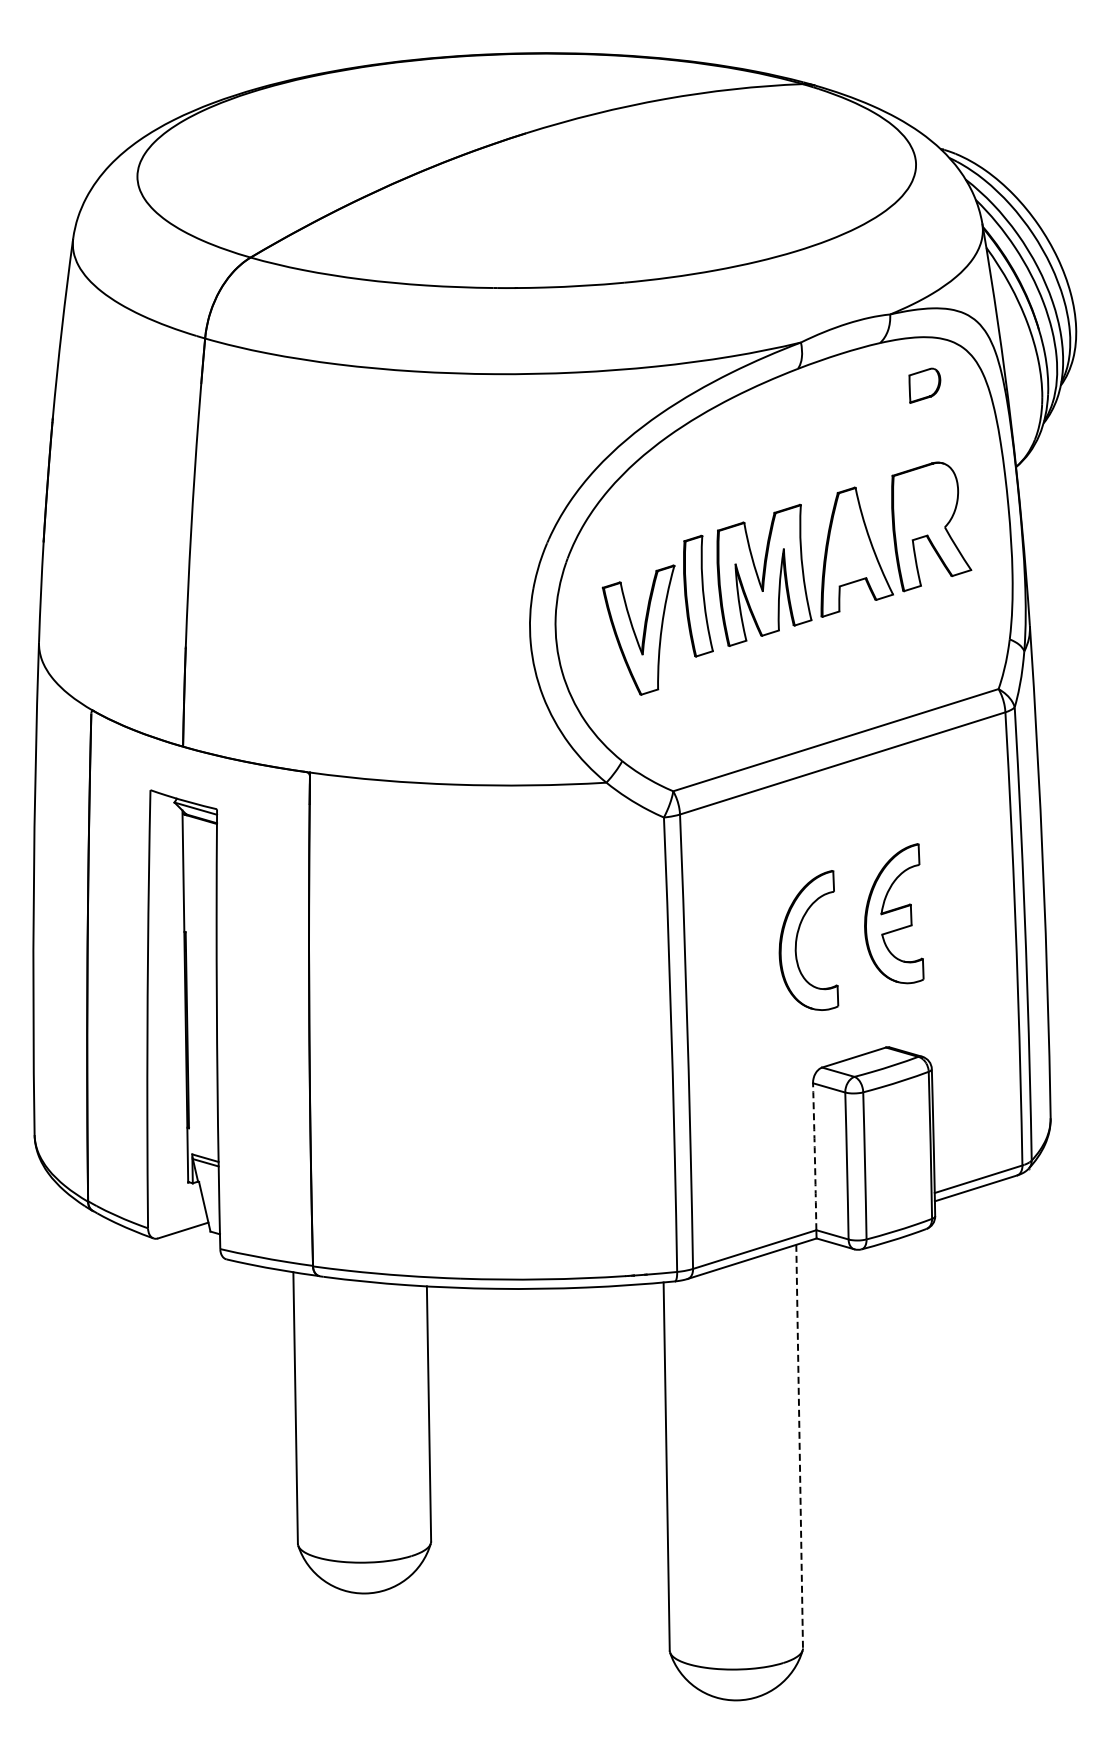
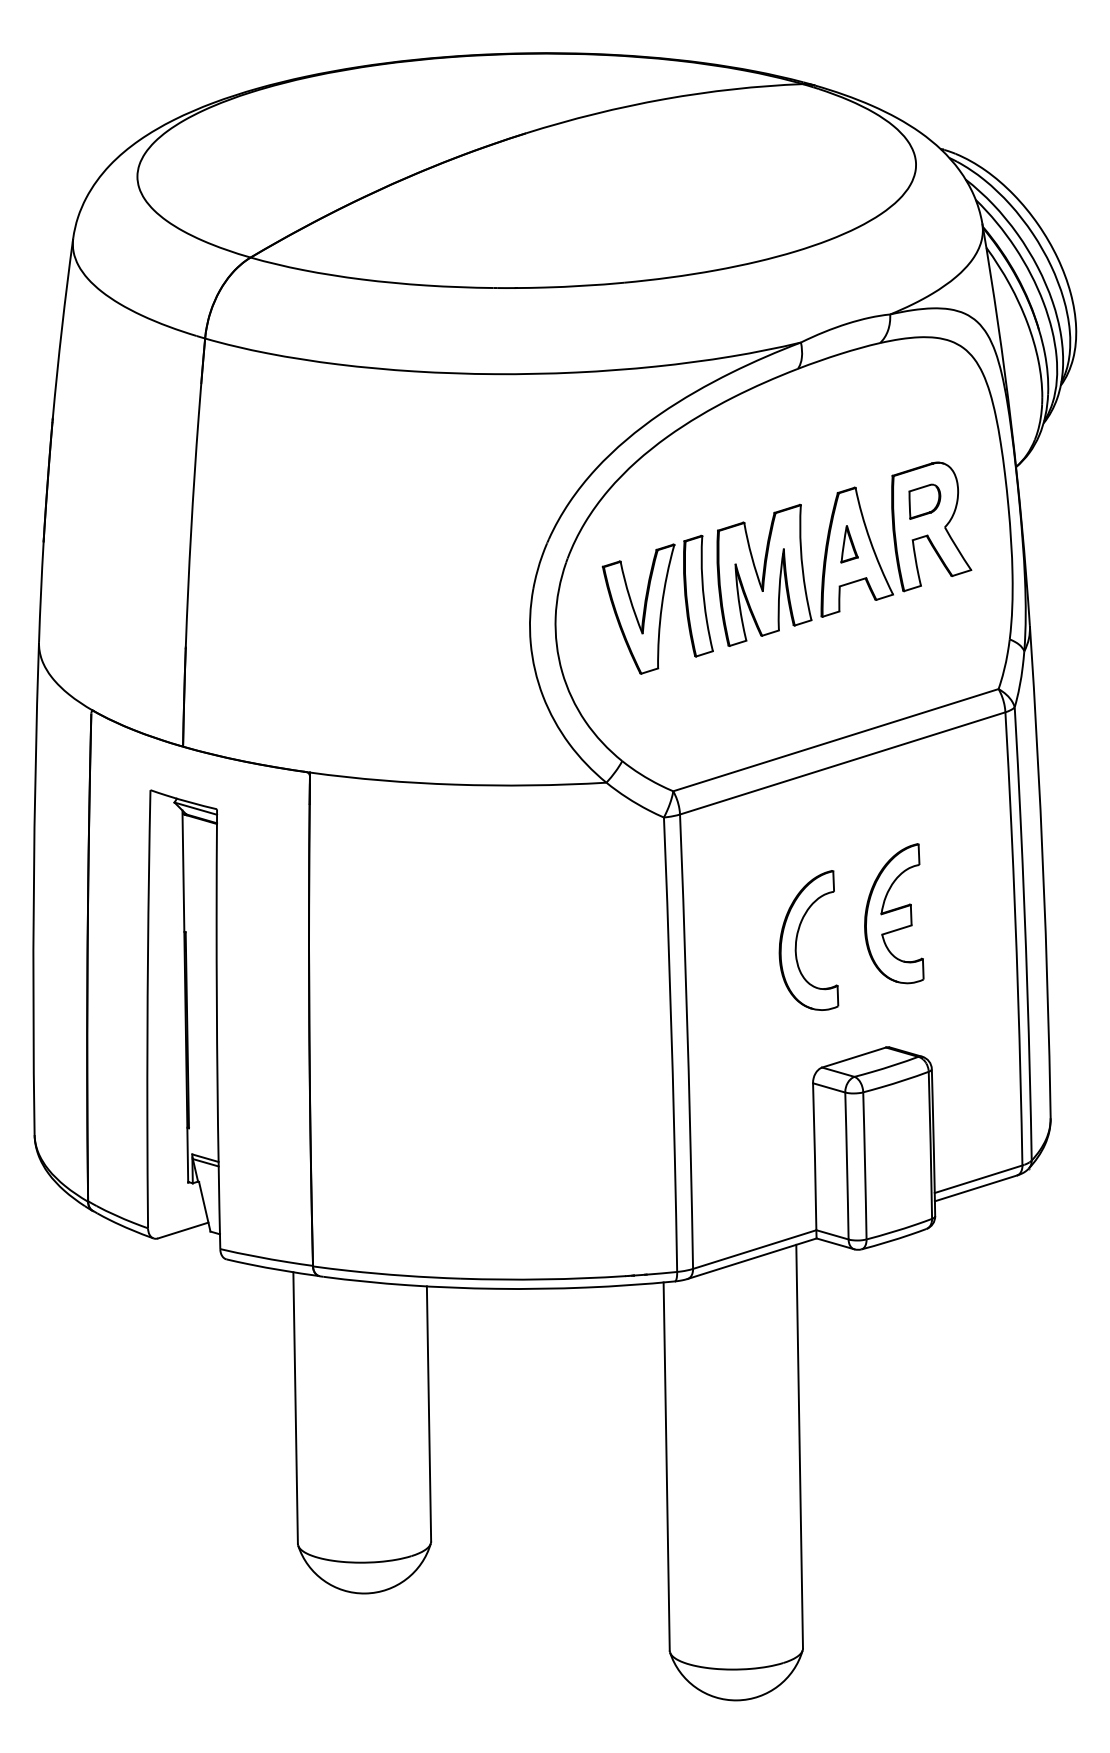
part at (924, 385) position: (924, 385) -> (924, 501)
part at (849, 544): none -> present
part at (638, 629) position: (638, 629) -> (638, 608)
arc at (814, 1156): dashed -> solid
line at (799, 1446): dashed -> solid
